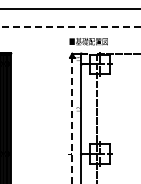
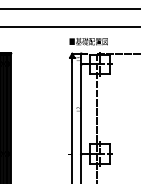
line at (70, 26): dashed -> solid
line at (72, 120): dashed -> solid
